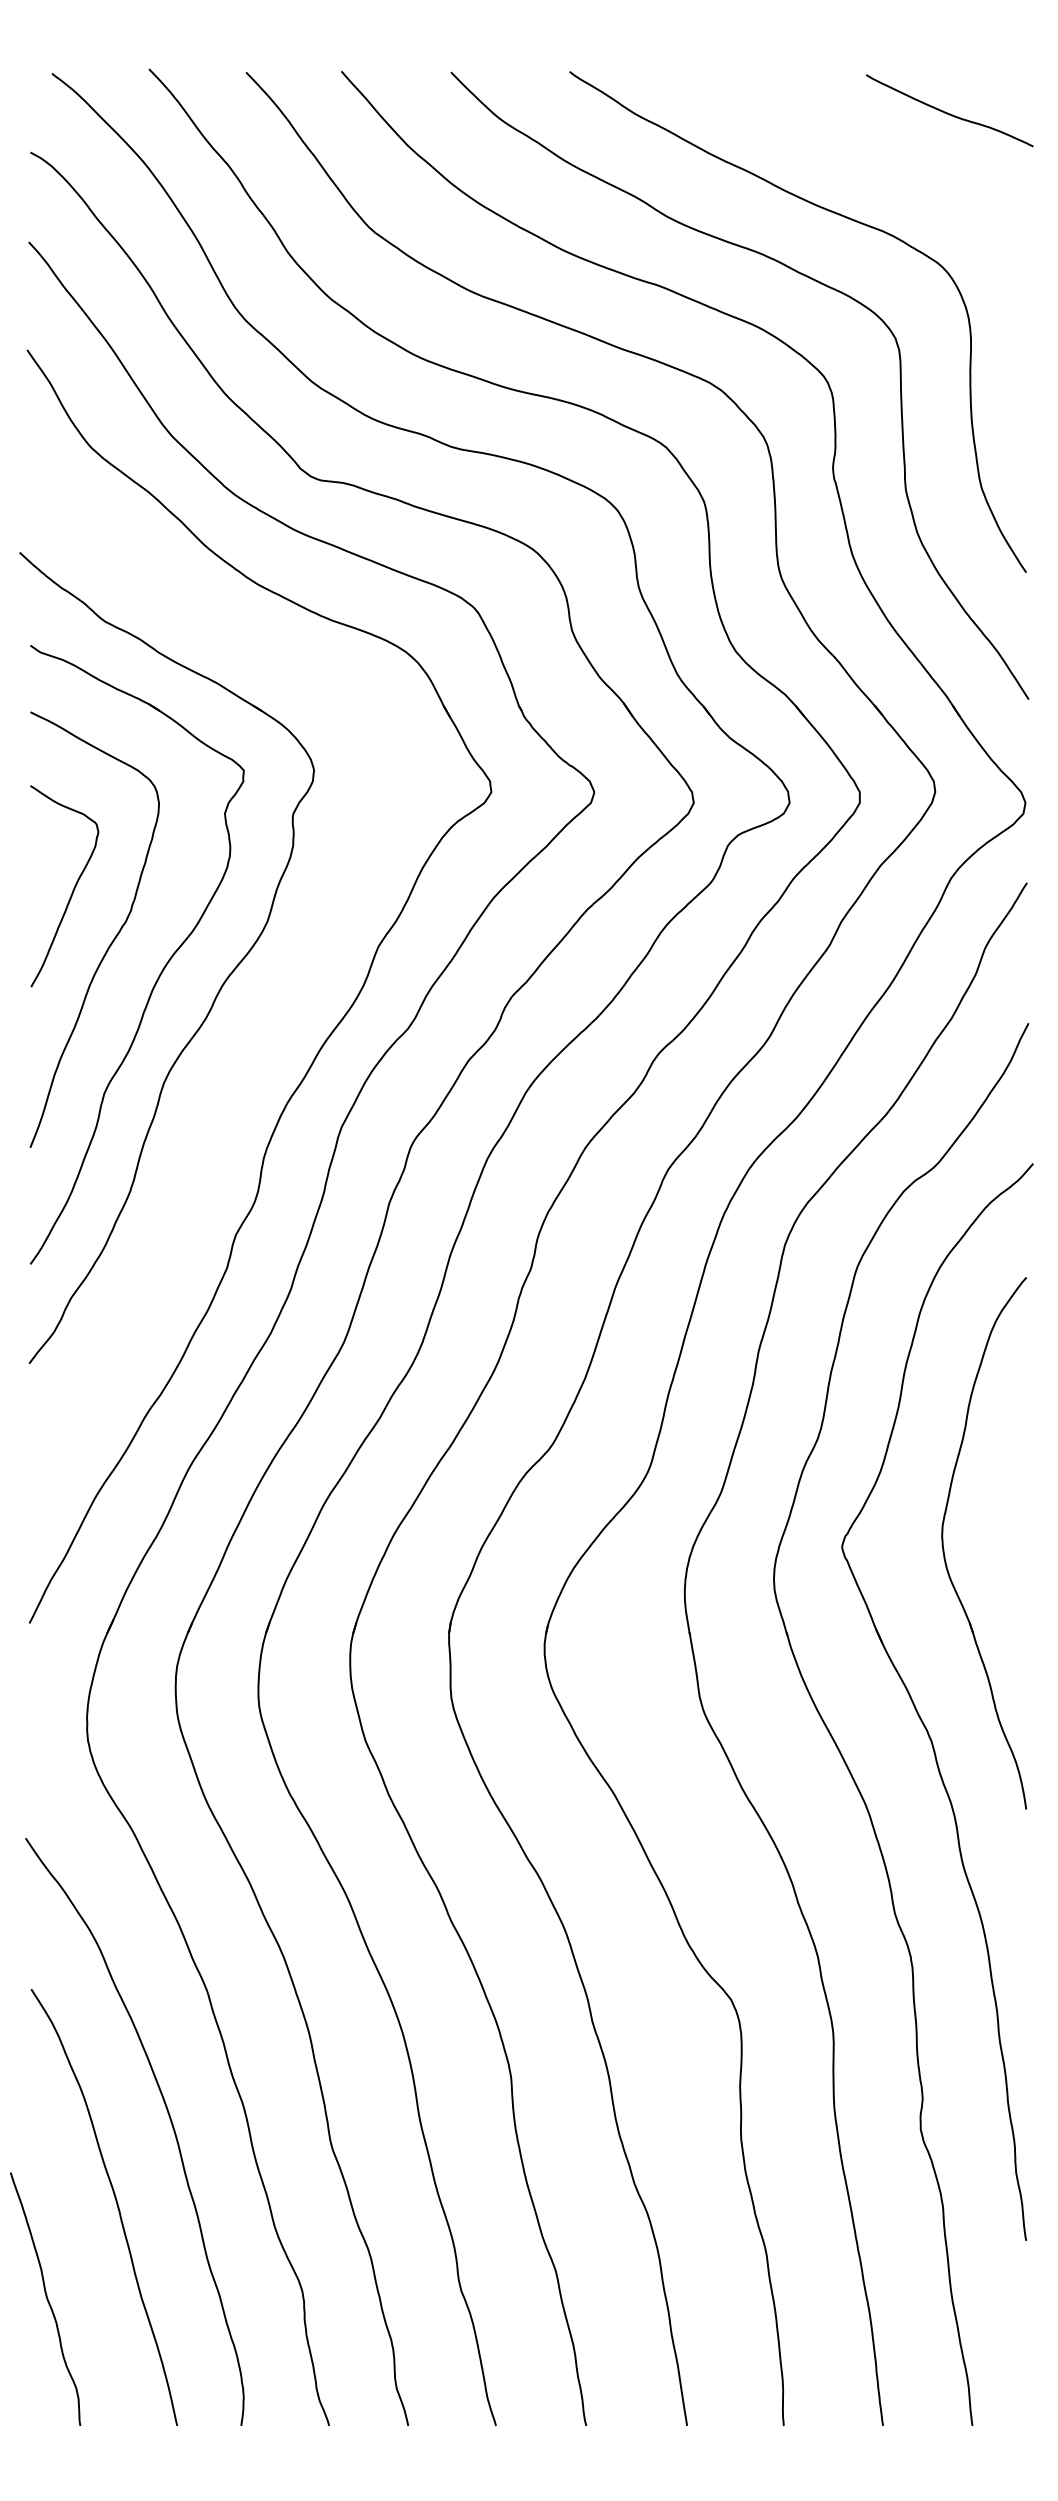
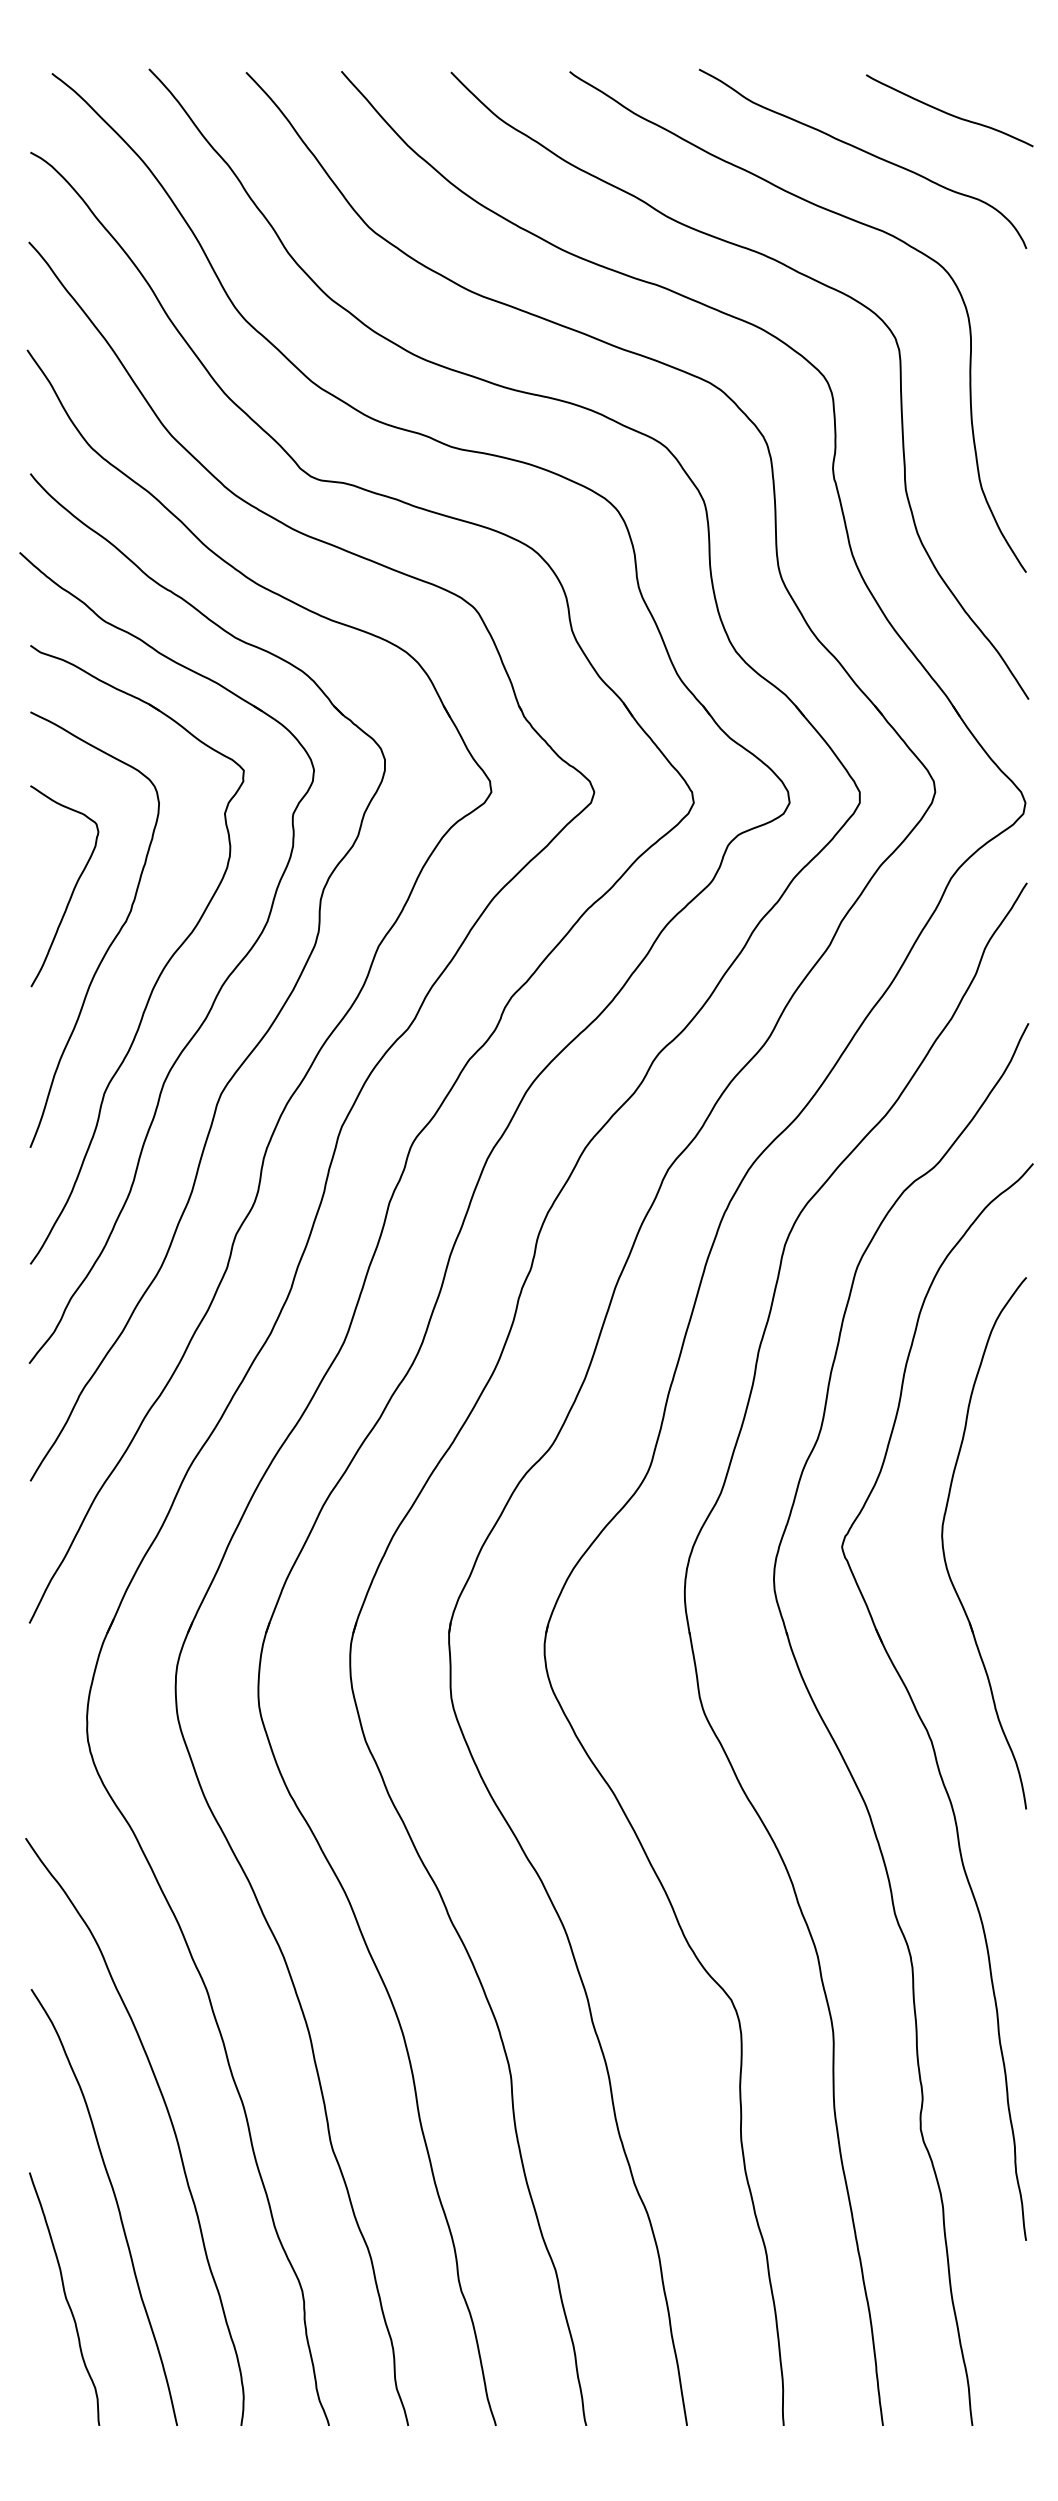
curve at (864, 152): none -> present
part at (272, 1021): none -> present
curve at (46, 2298) position: (46, 2298) -> (65, 2298)
